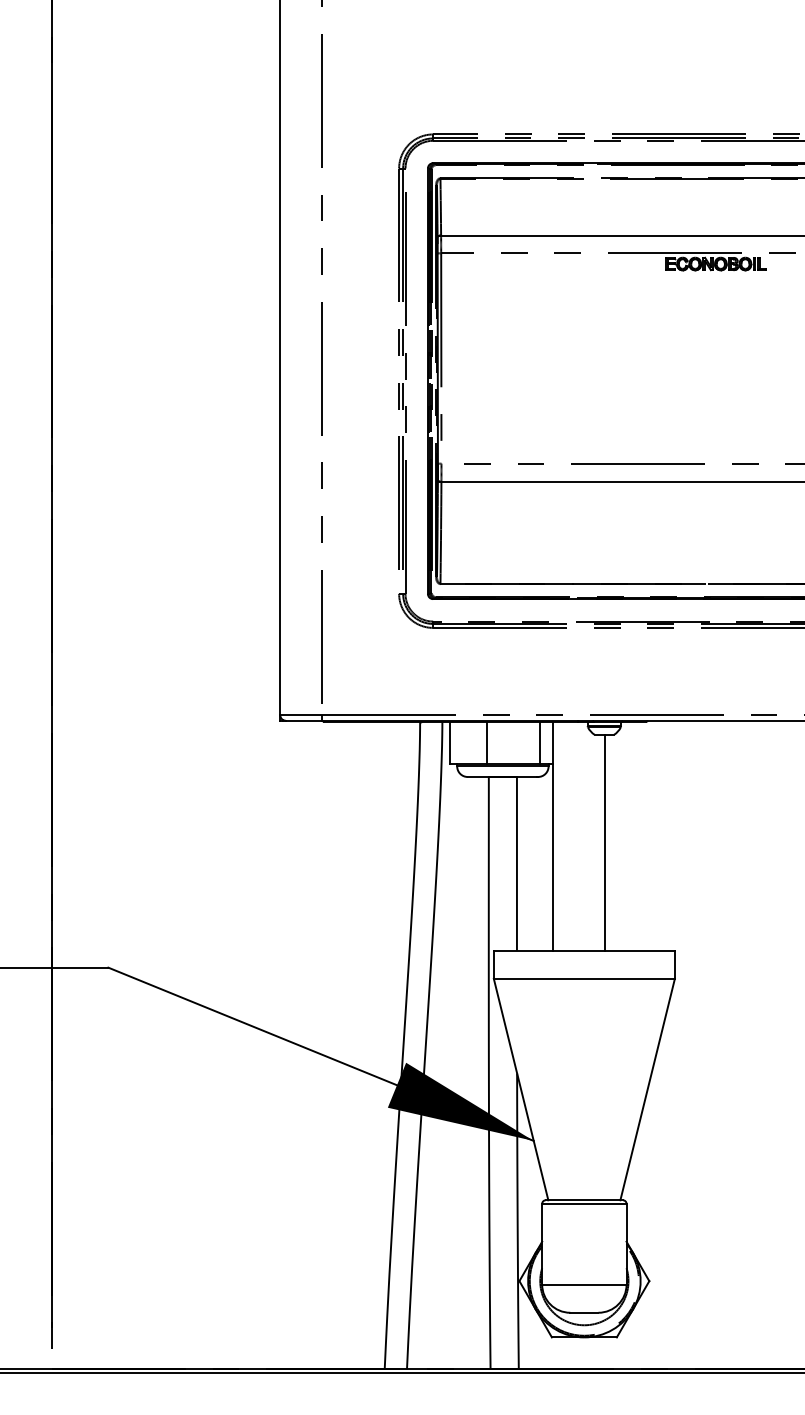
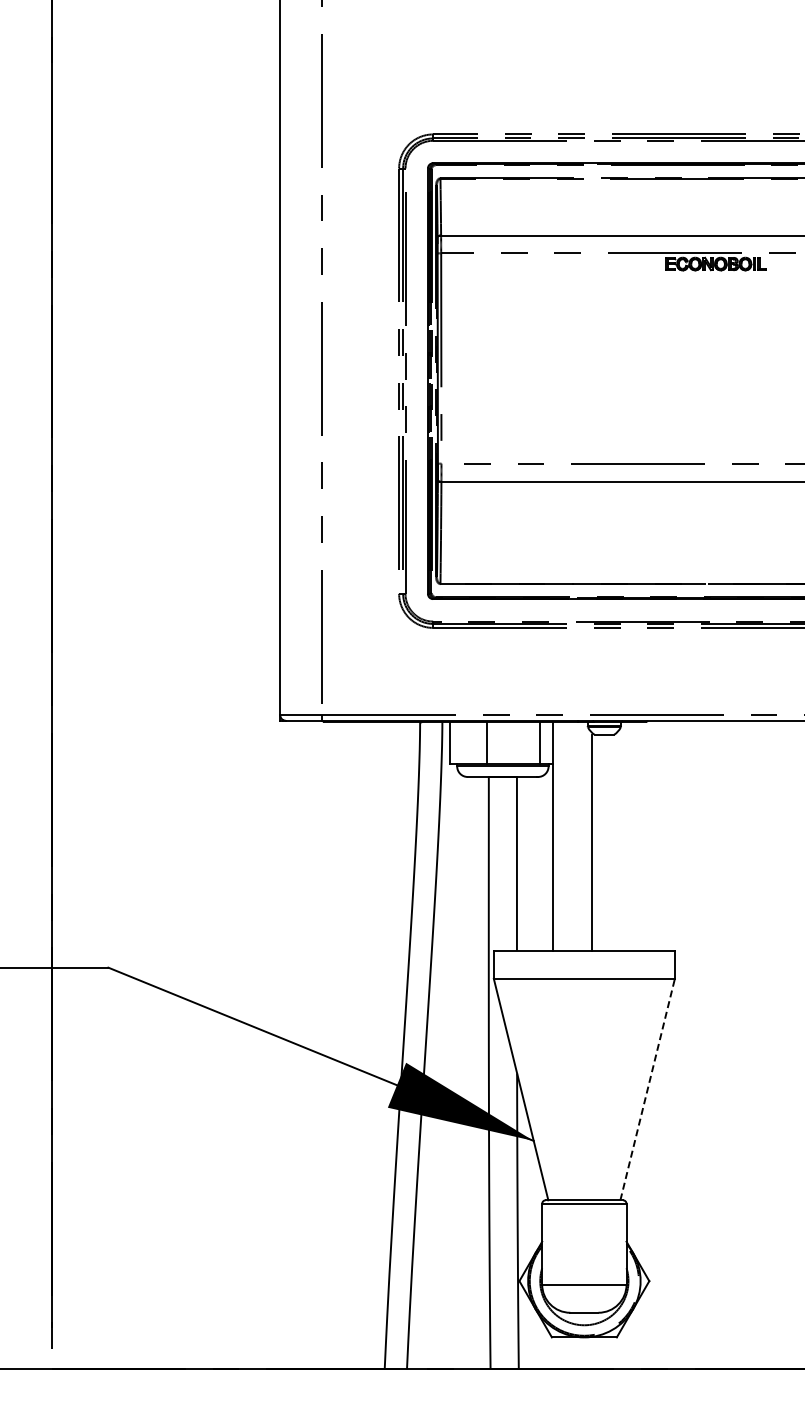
line at (605, 842) position: (605, 842) -> (592, 842)
line at (647, 1089): solid -> dashed
line at (401, 1372): present -> none
